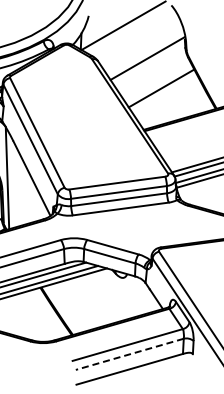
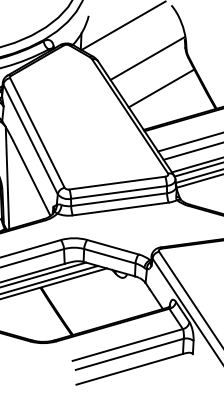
line at (189, 142): none -> present
line at (191, 151): none -> present
line at (129, 354): dashed -> solid
